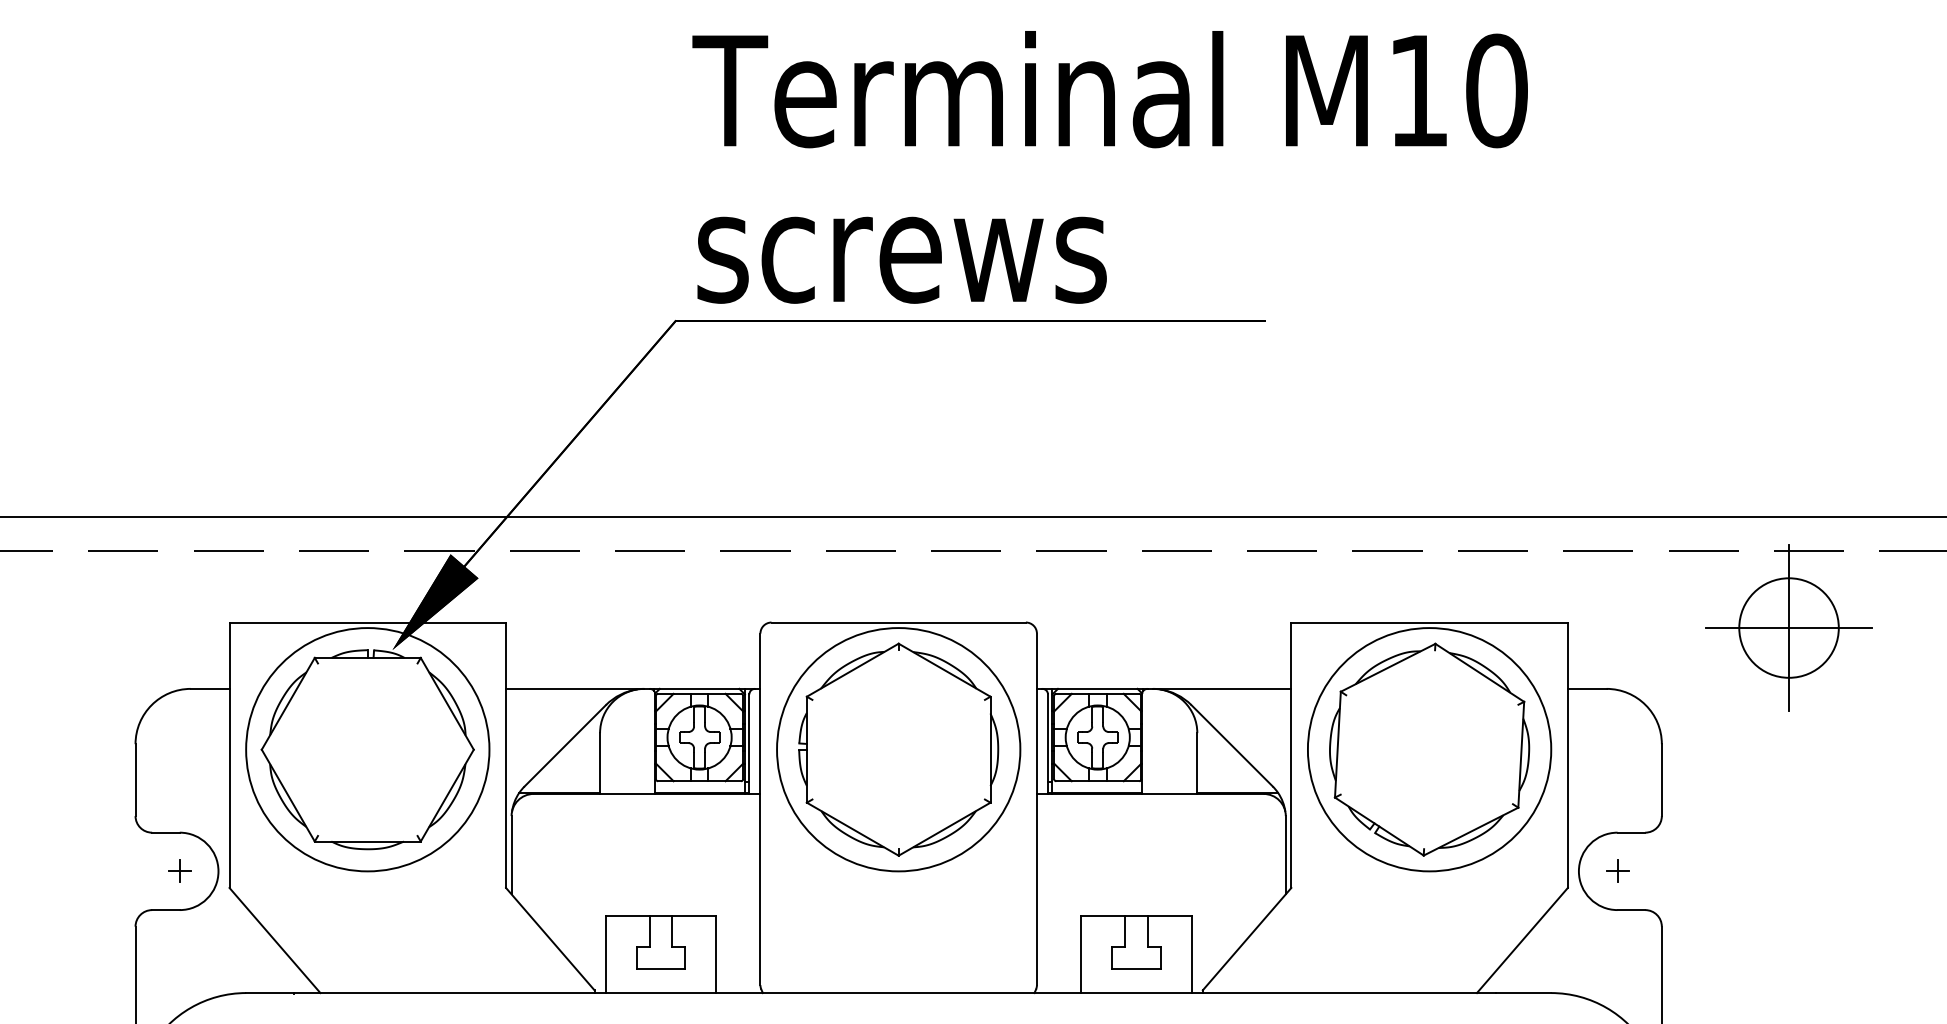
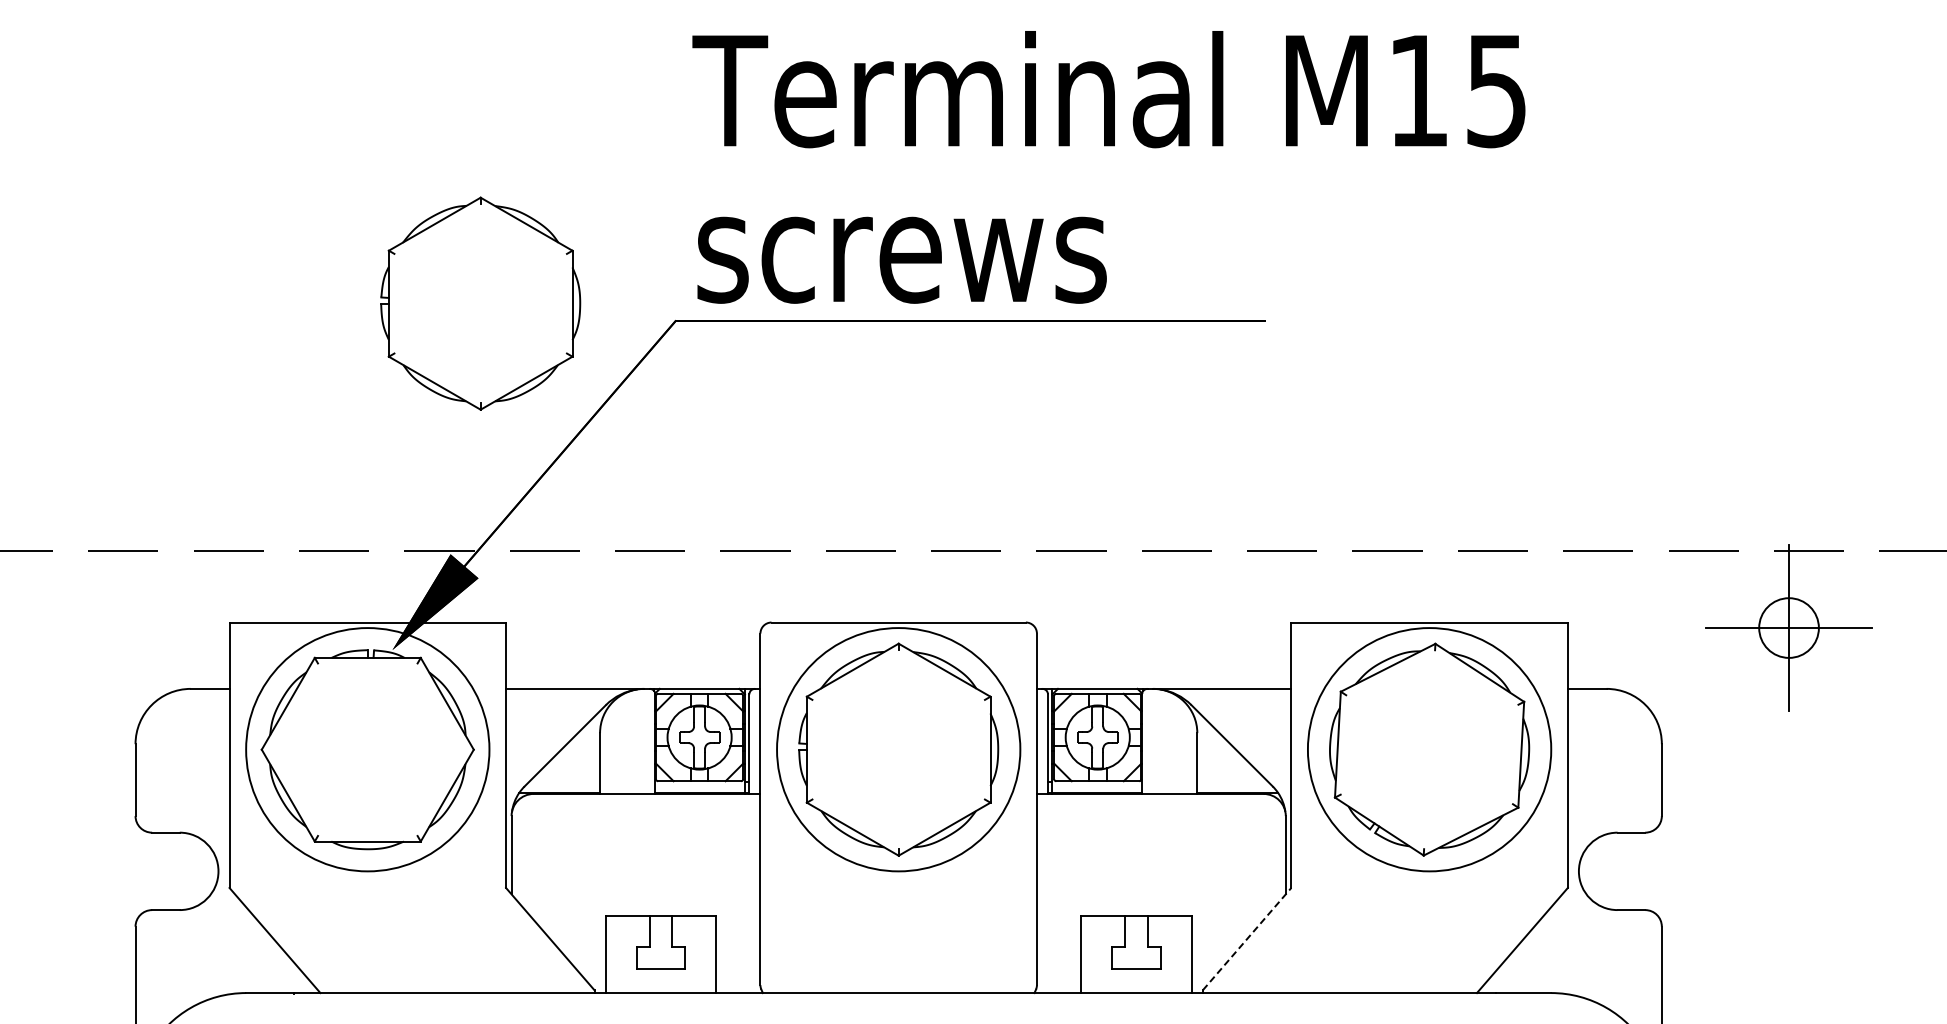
text at (1496, 90): M10 -> M15
part at (480, 303): none -> present
line at (972, 517): present -> none
circle at (1788, 627) diameter: 100 px -> 60 px
part at (179, 870): present -> none
part at (1617, 870): present -> none
line at (1247, 939): solid -> dashed
